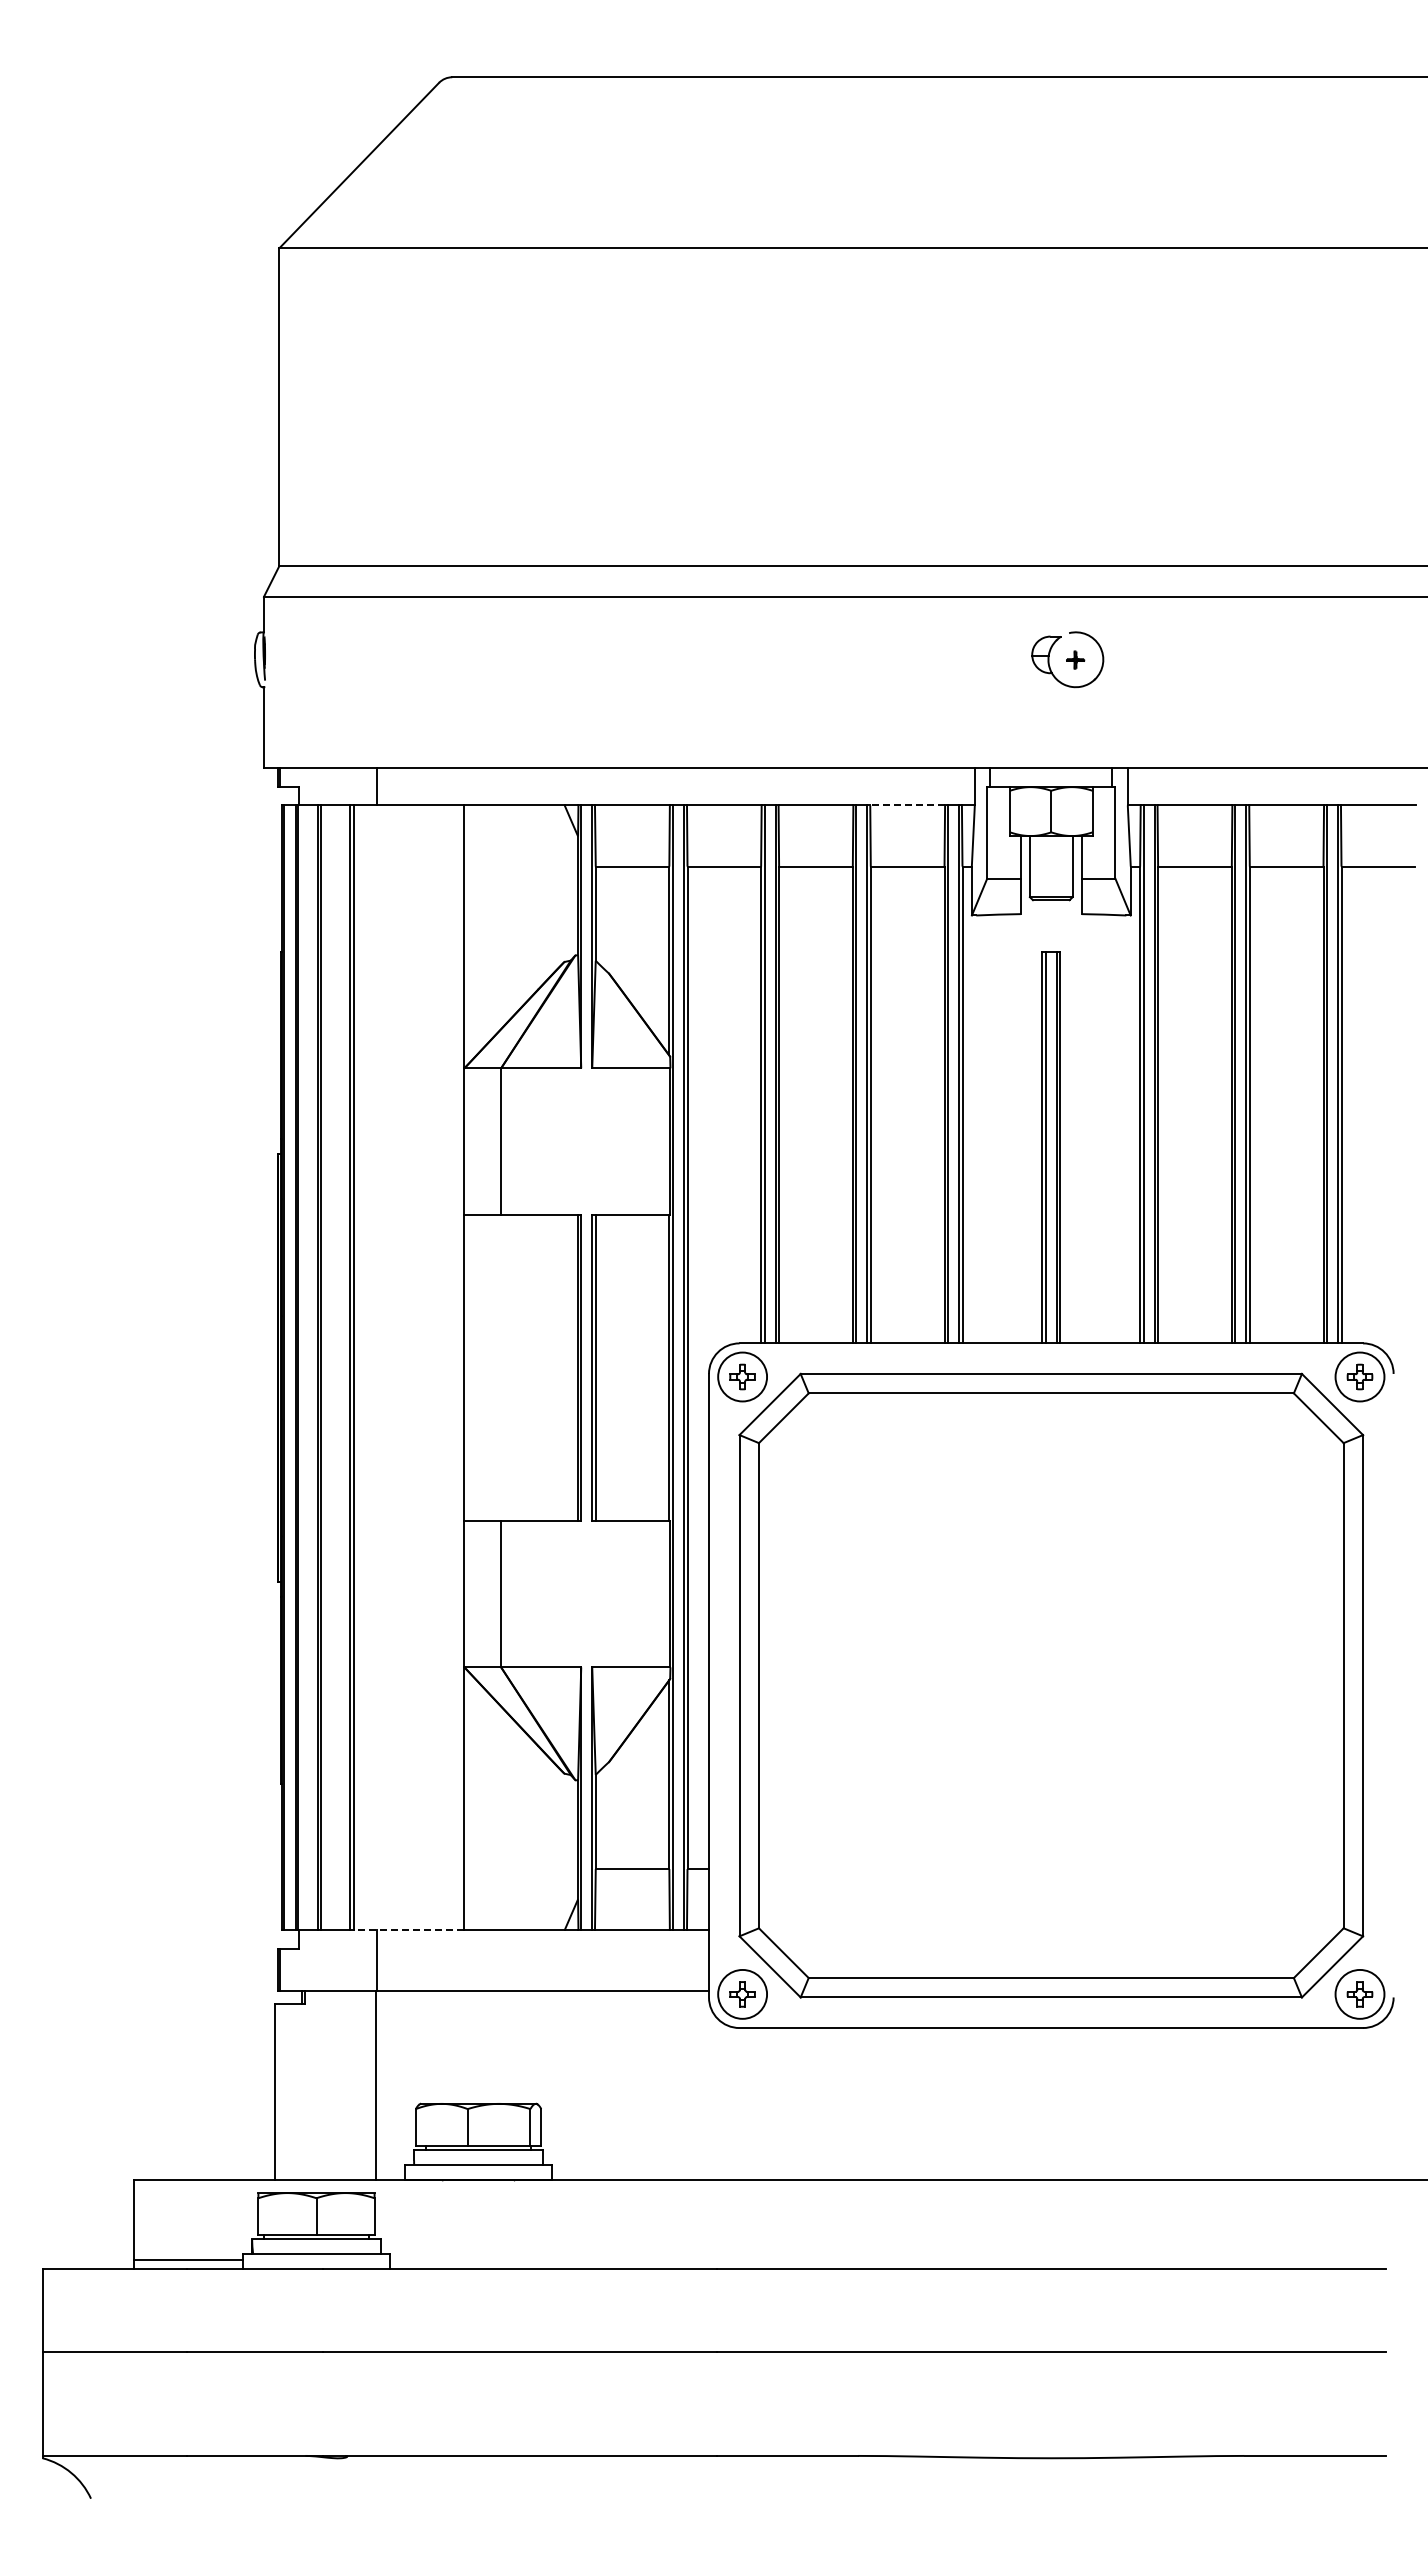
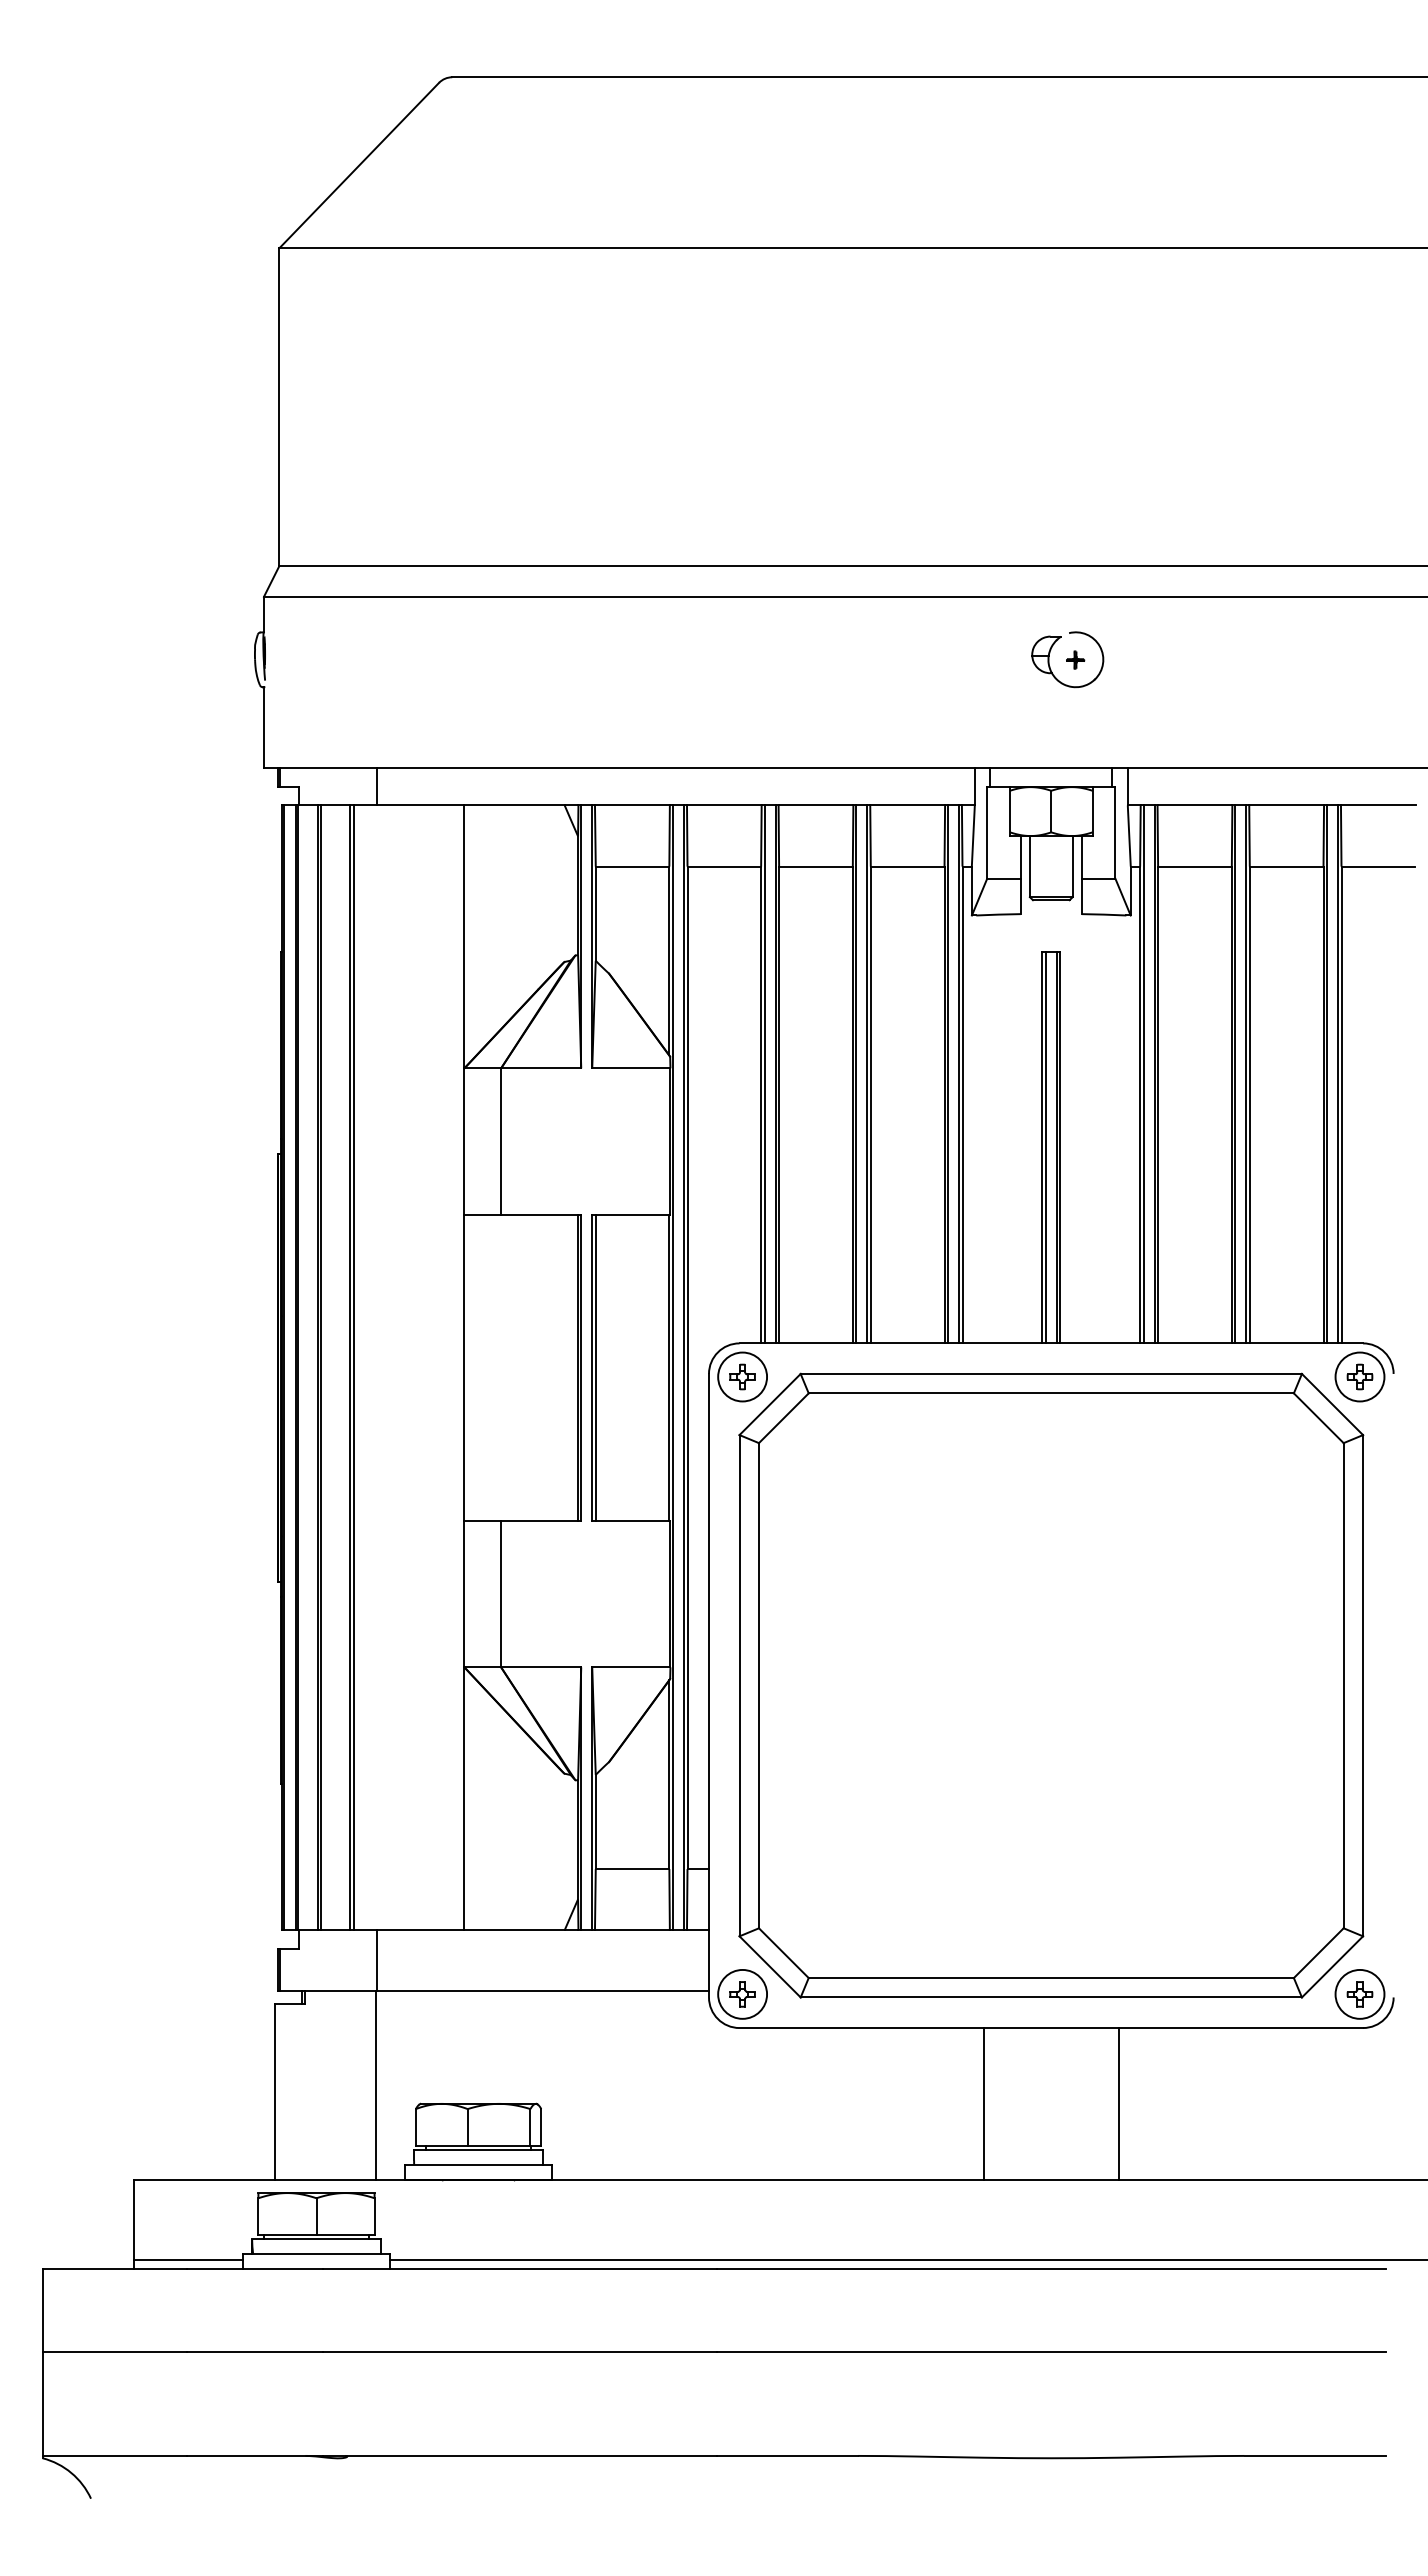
line at (907, 805): dashed -> solid
line at (408, 1930): dashed -> solid
line at (984, 2104): none -> present
line at (1118, 2104): none -> present
line at (906, 2259): none -> present
